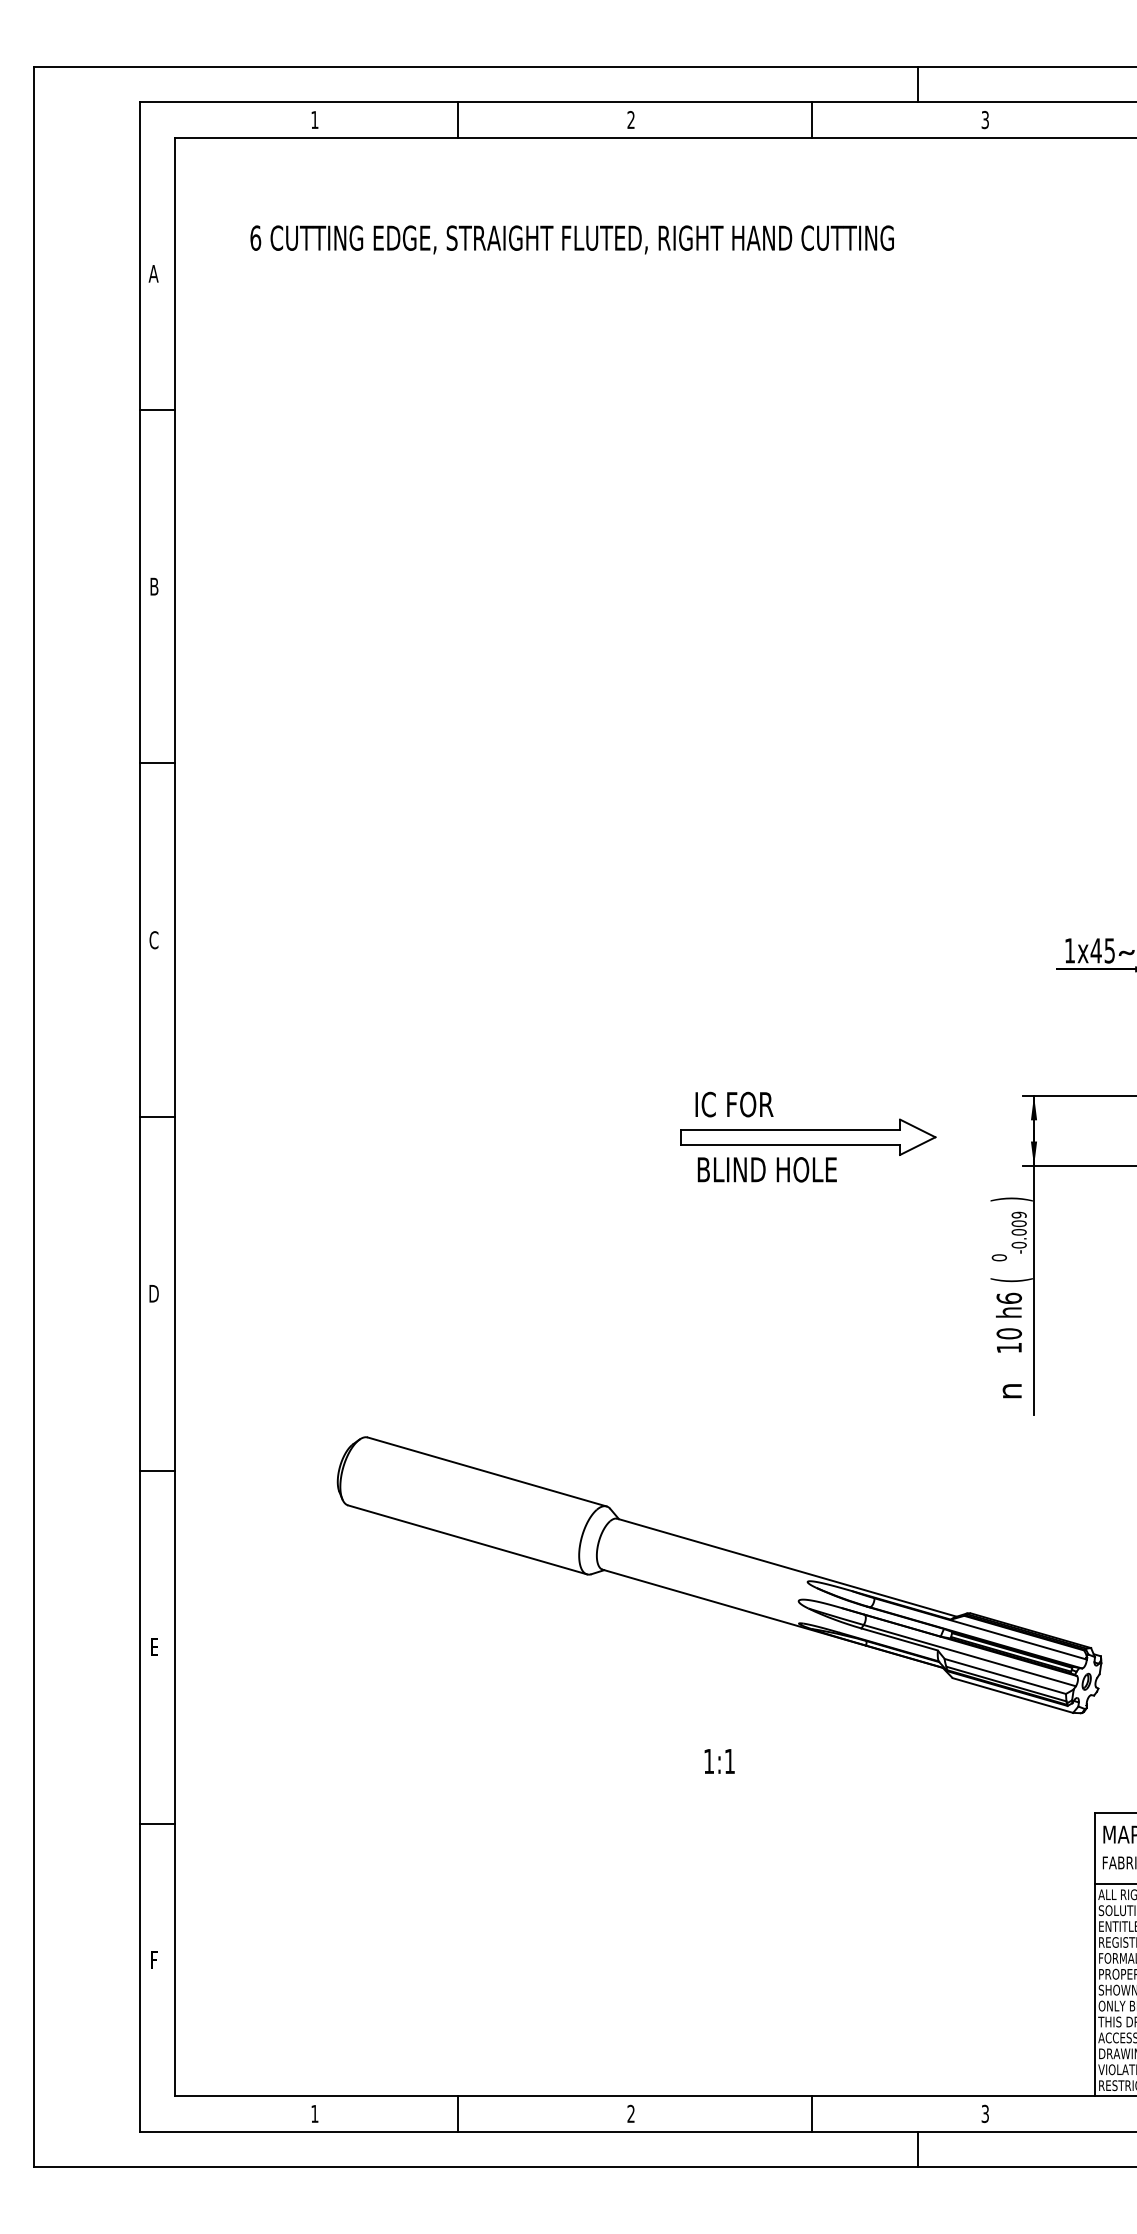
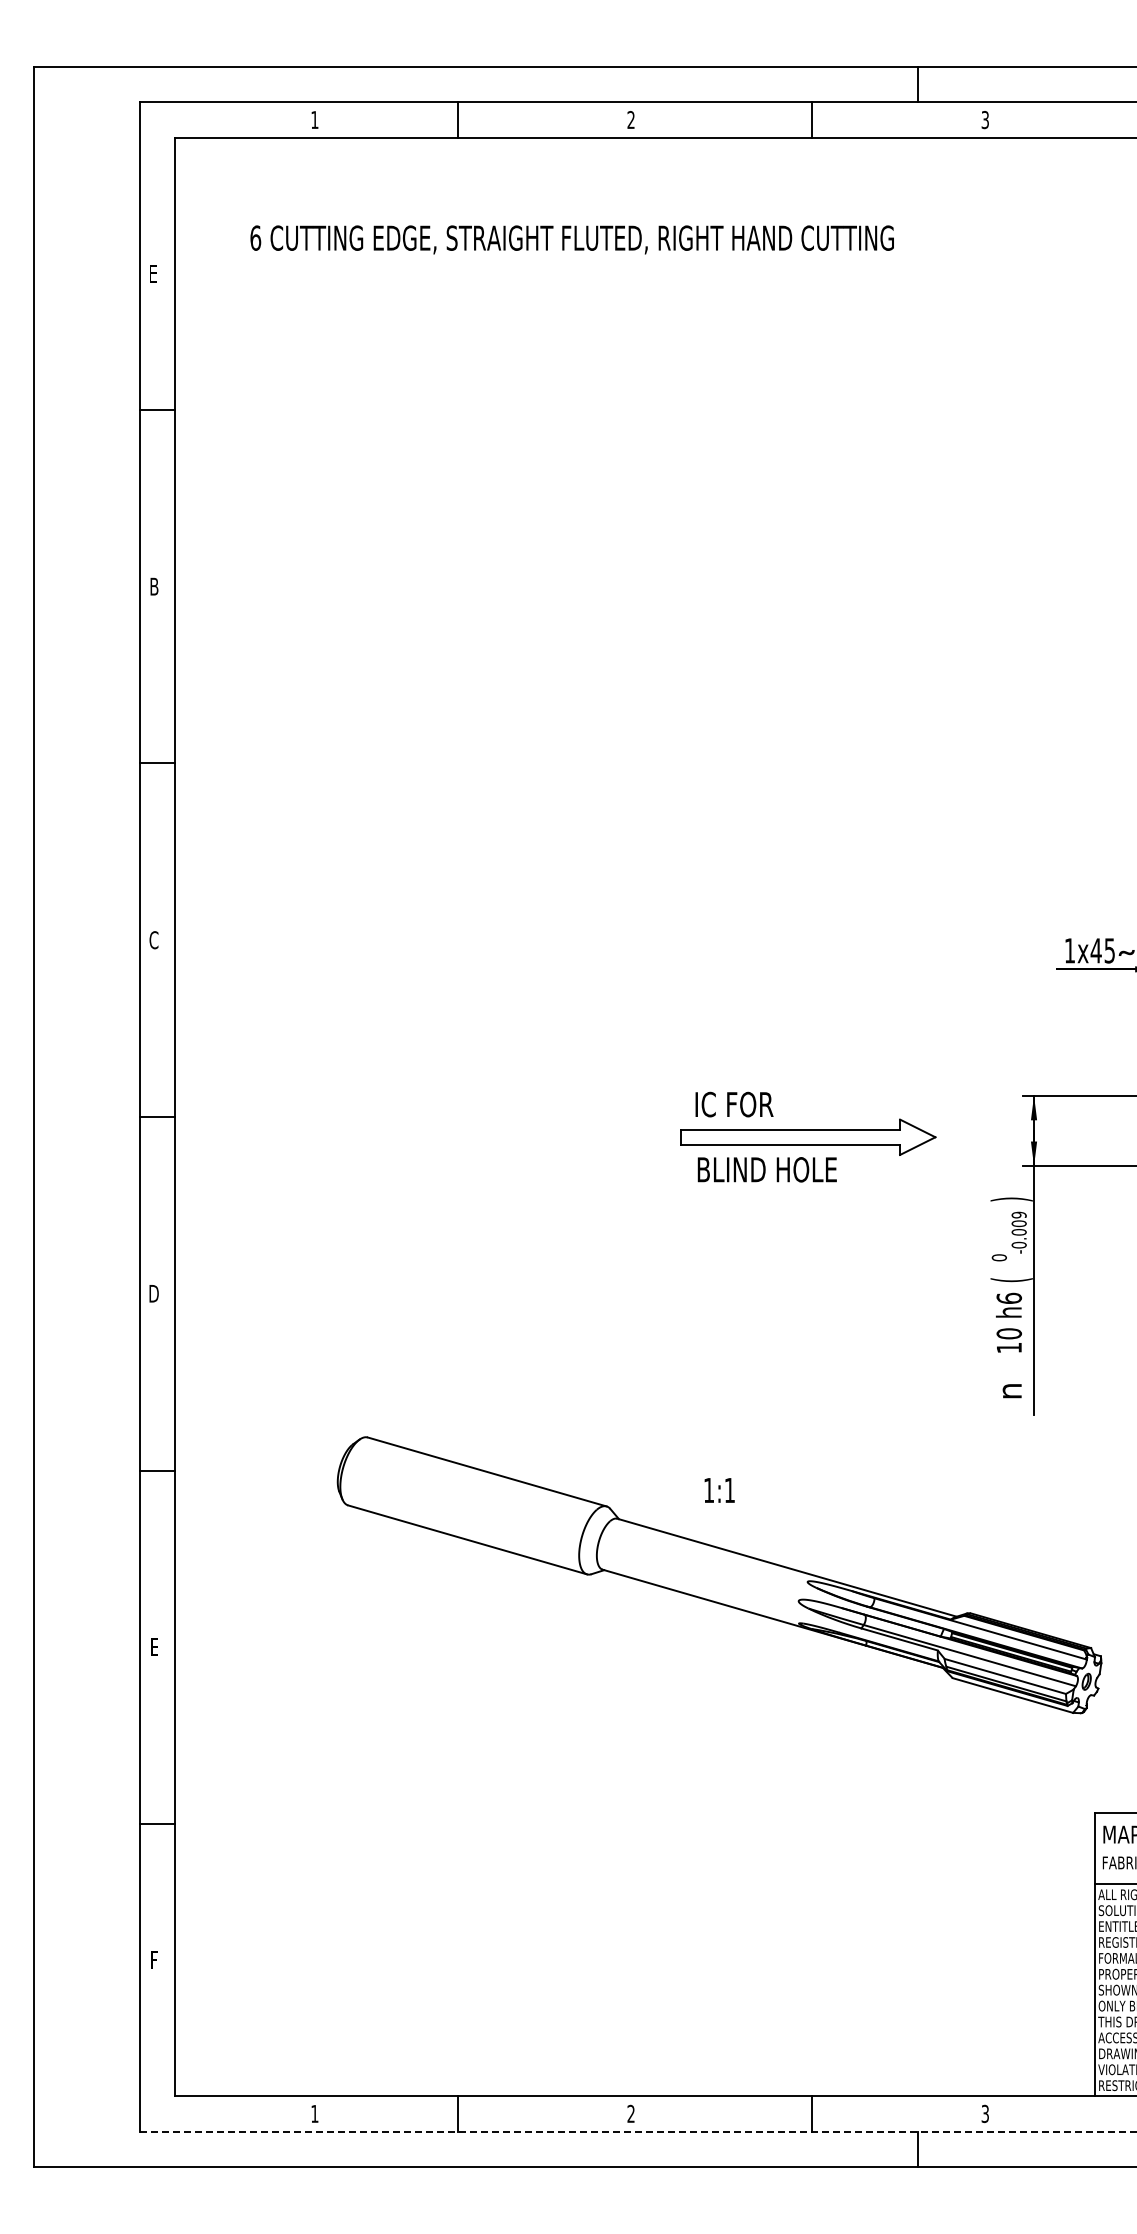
text at (153, 273): A -> E
text at (719, 1761) position: (719, 1761) -> (719, 1490)
line at (638, 2131): solid -> dashed
